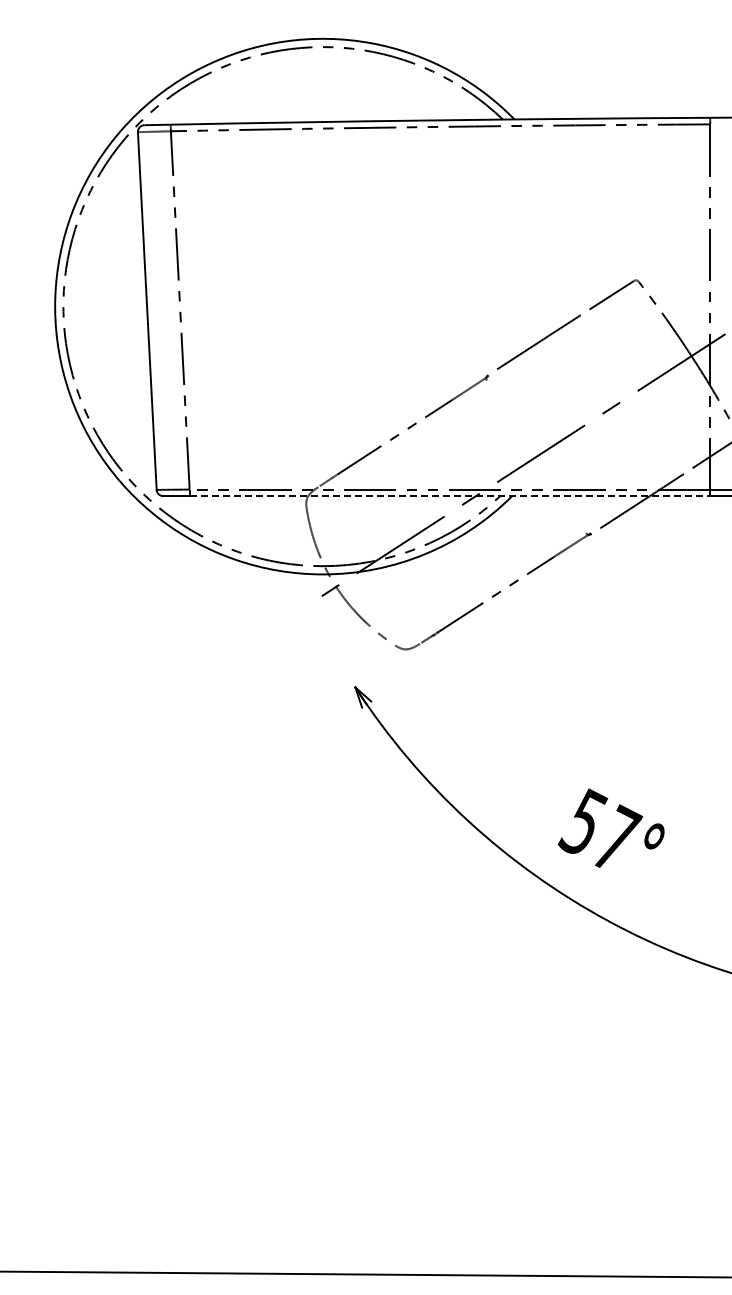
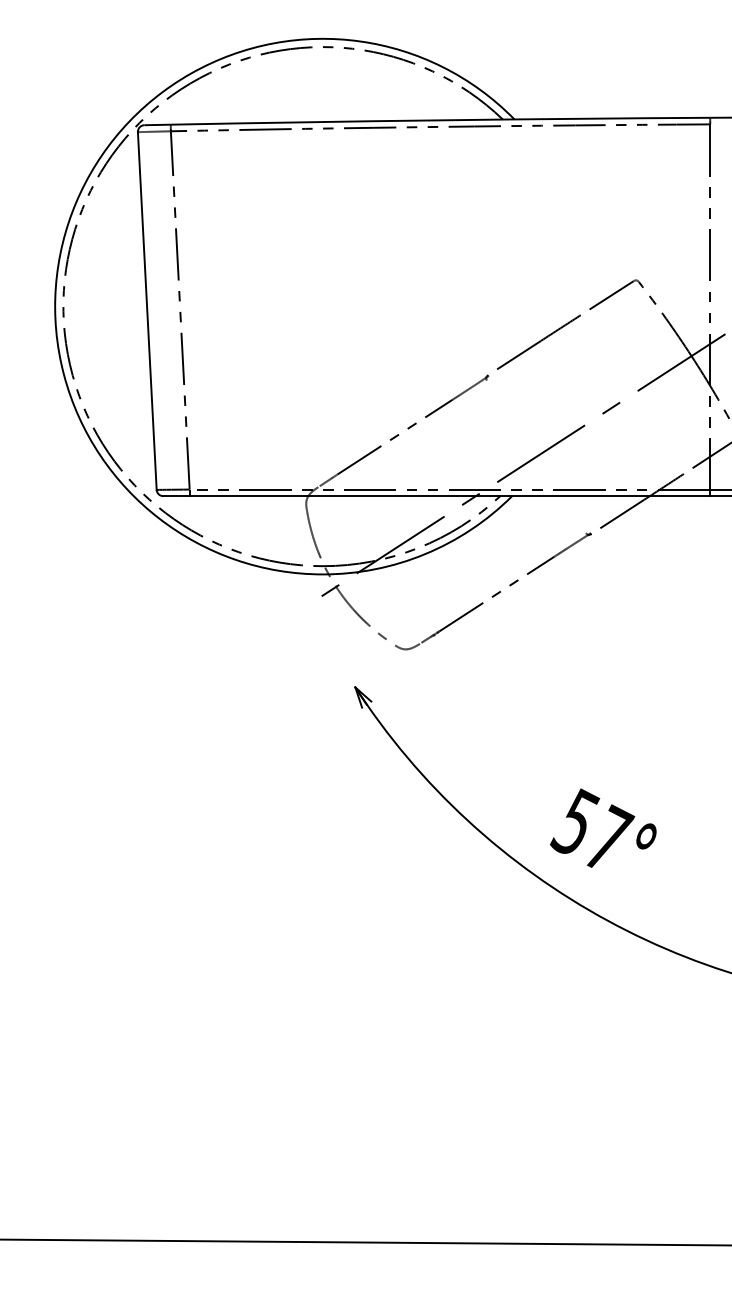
line at (450, 496): dashed -> solid
text at (611, 827) position: (611, 827) -> (603, 827)
line at (365, 1274) position: (365, 1274) -> (365, 1242)
